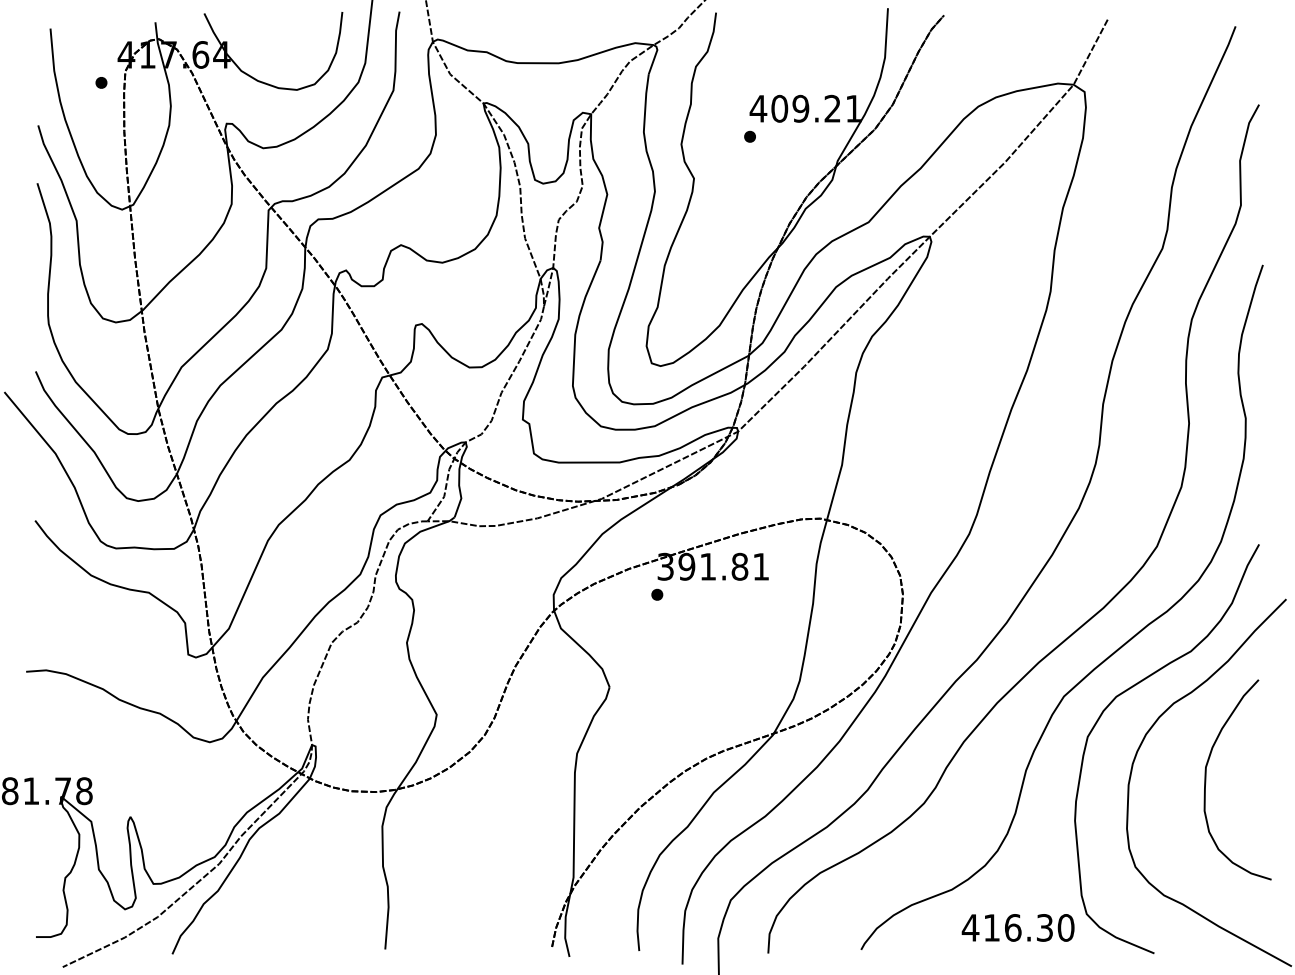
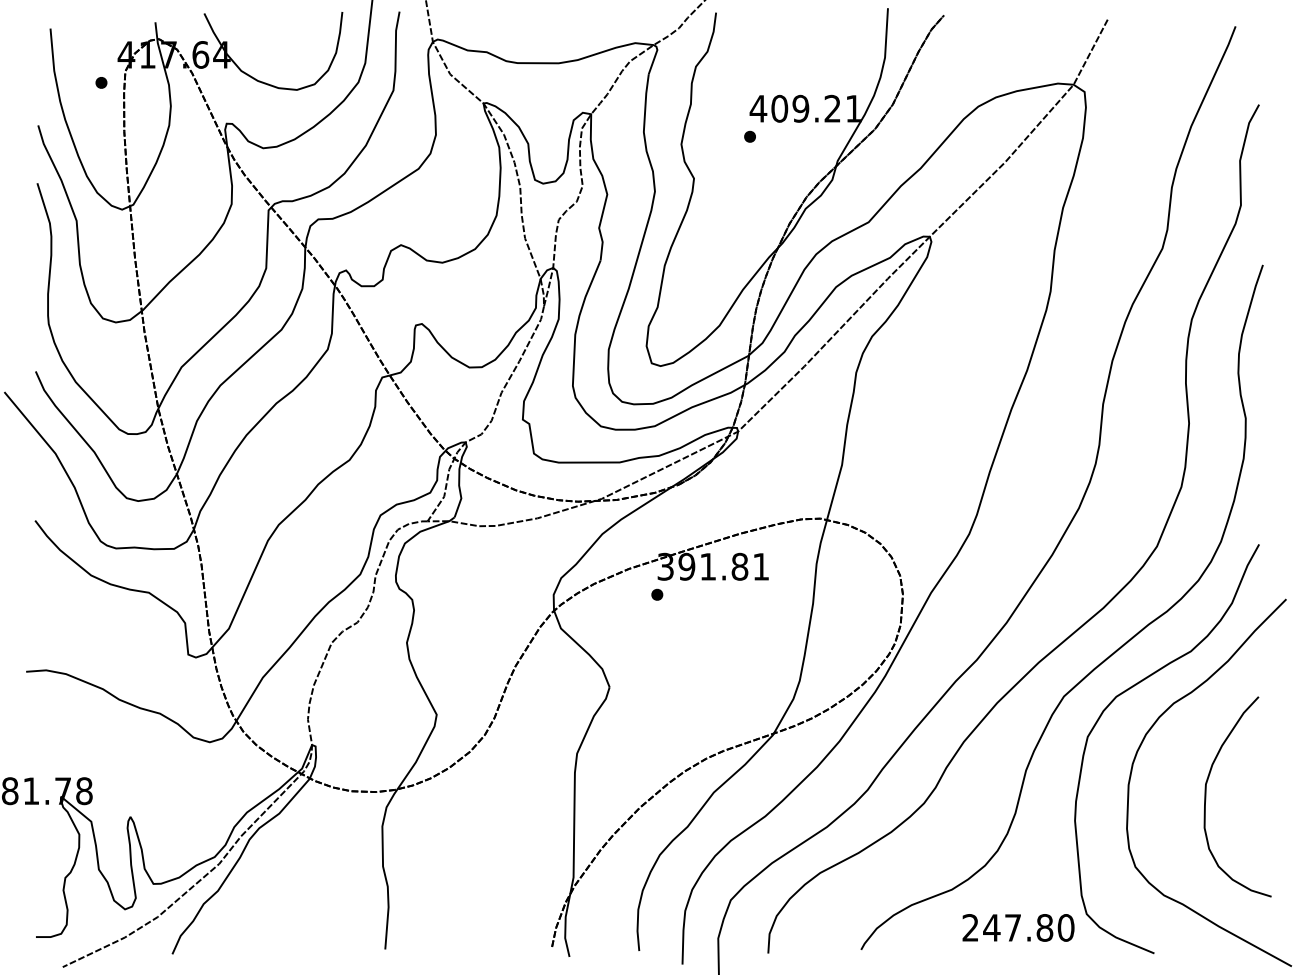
curve at (1206, 779) position: (1206, 779) -> (1206, 796)
text at (1007, 927): 416.30 -> 247.80
